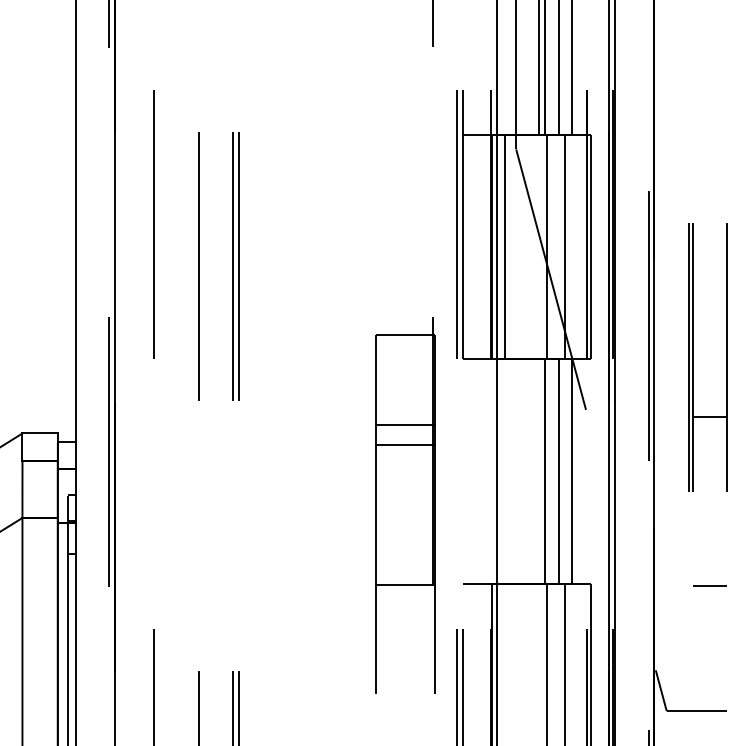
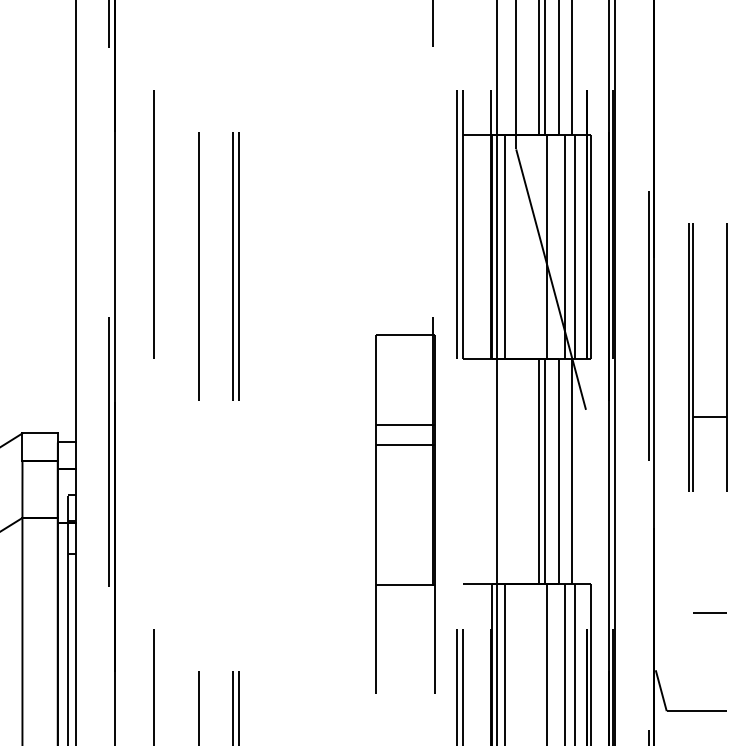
line at (575, 246): none -> present
line at (538, 471): none -> present
line at (709, 585) position: (709, 585) -> (709, 612)
line at (505, 663): none -> present
line at (575, 663): none -> present
